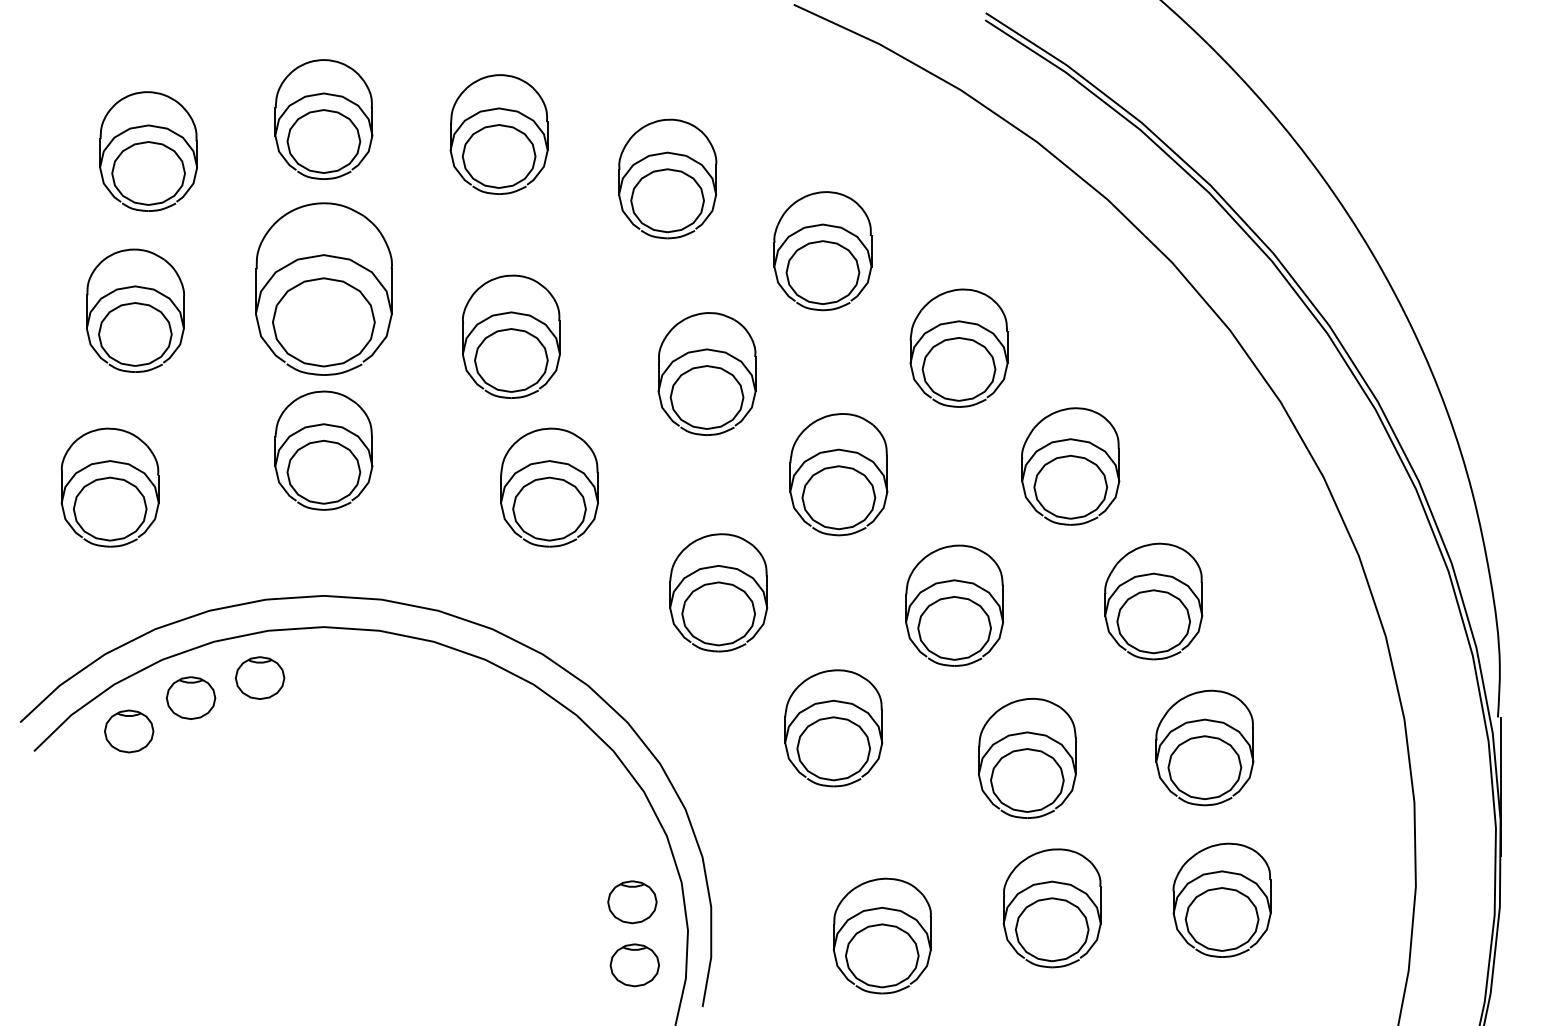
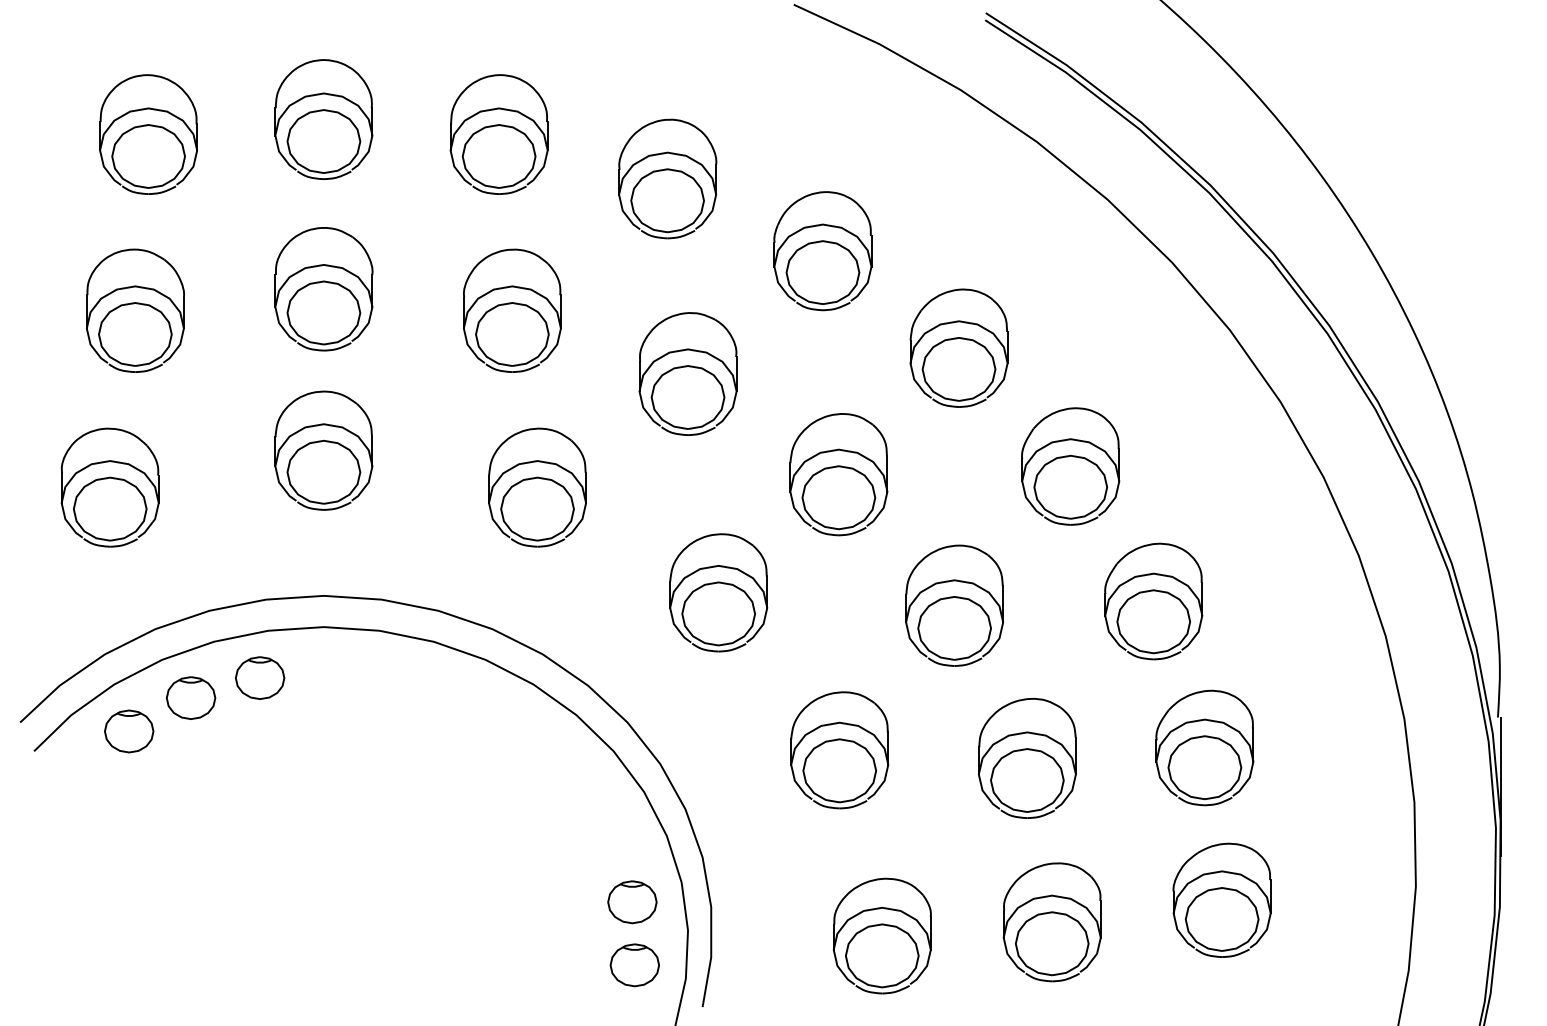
part at (148, 151) position: (148, 151) -> (148, 134)
part at (323, 288) size: 138x174 px -> 100x125 px
part at (511, 336) position: (511, 336) -> (512, 310)
part at (706, 373) position: (706, 373) -> (687, 373)
part at (549, 487) position: (549, 487) -> (537, 487)
part at (833, 728) position: (833, 728) -> (839, 750)
part at (1051, 908) position: (1051, 908) -> (1051, 922)
